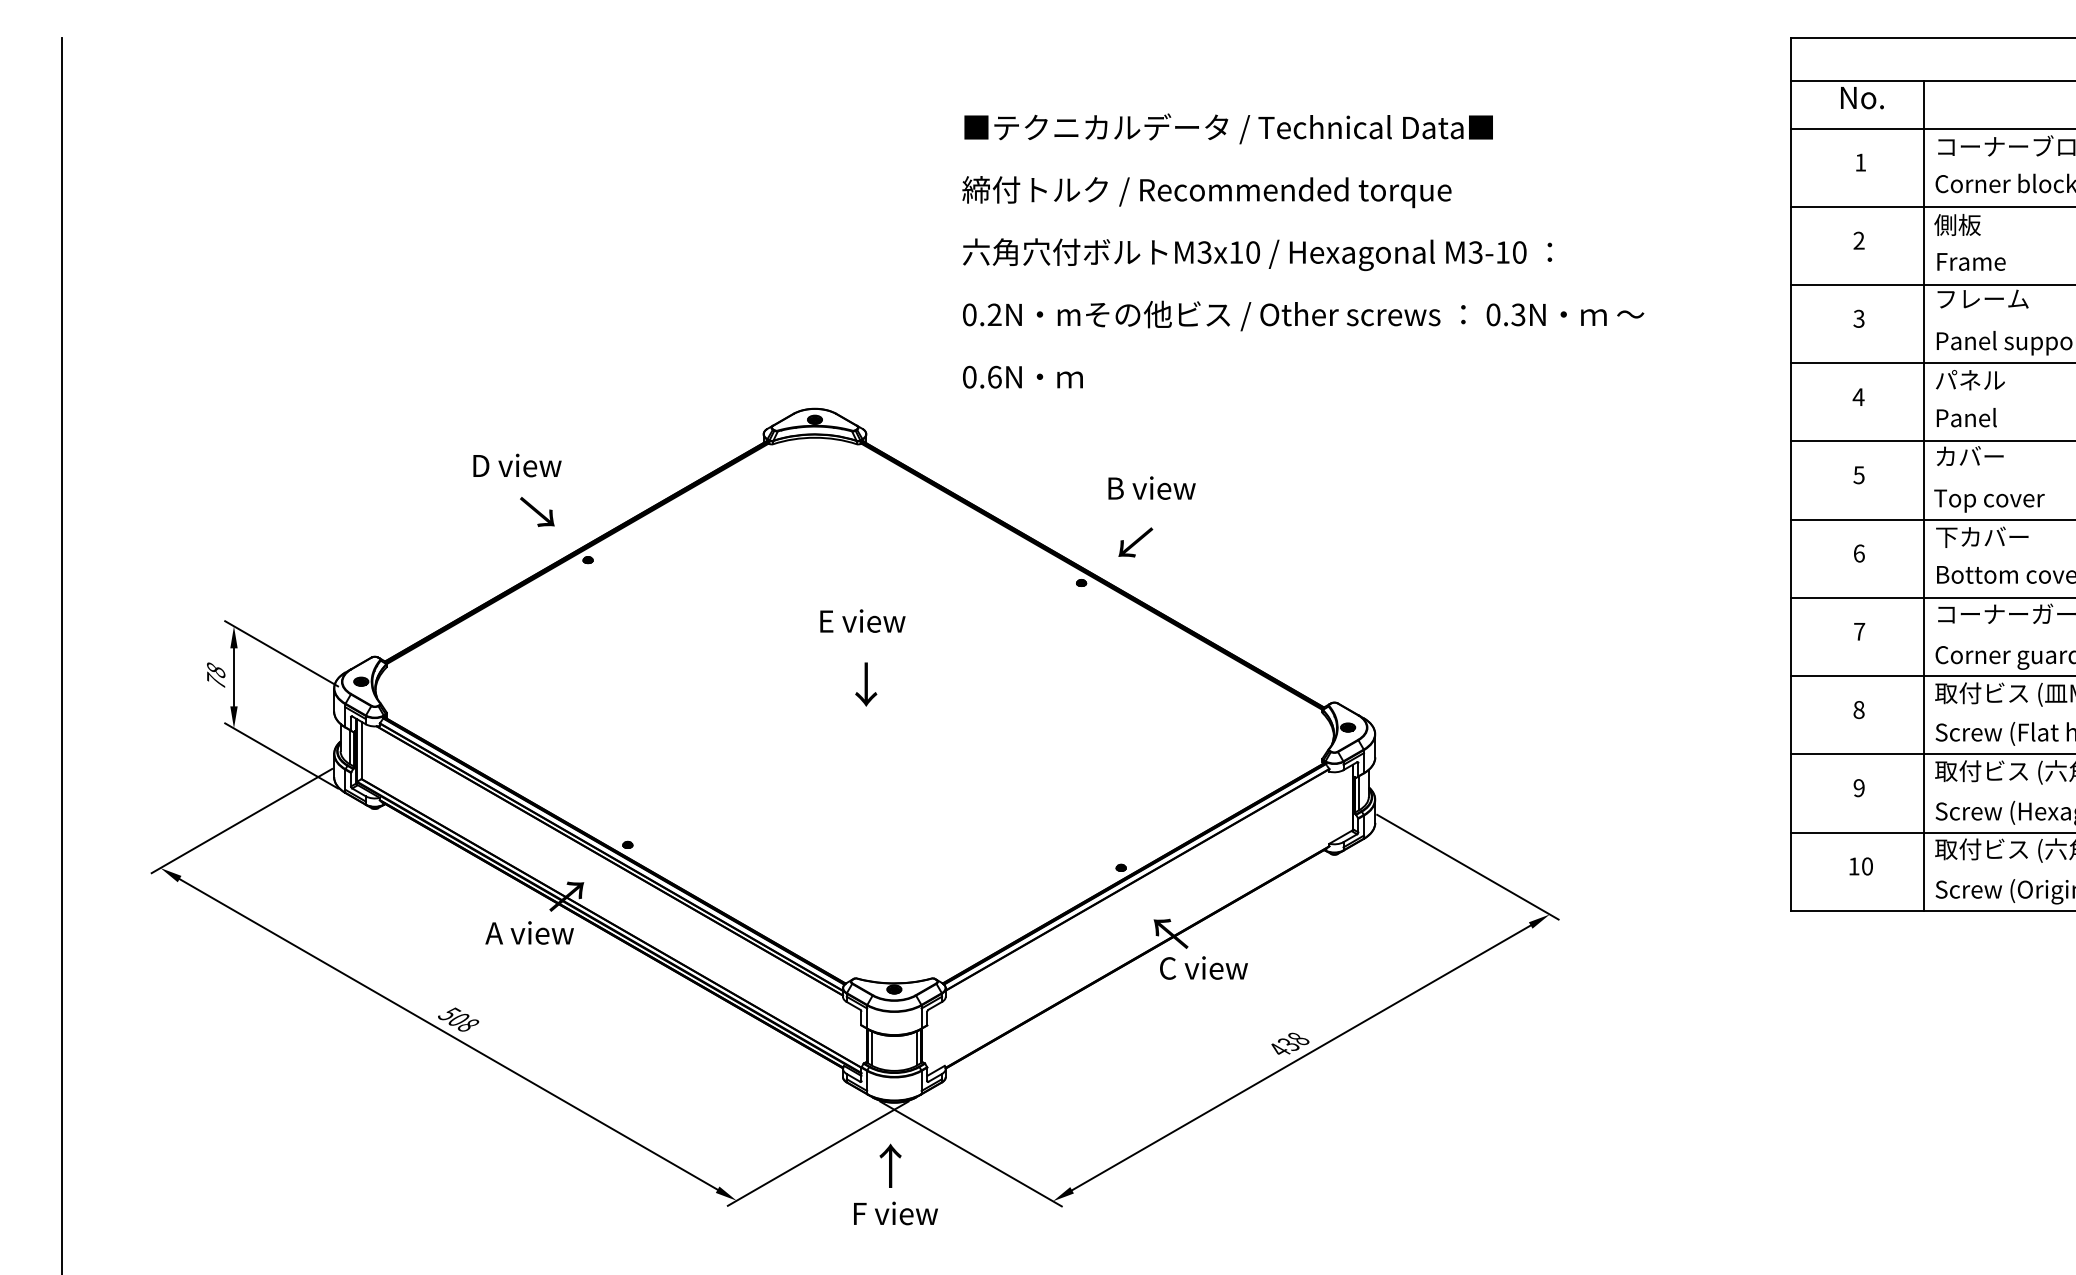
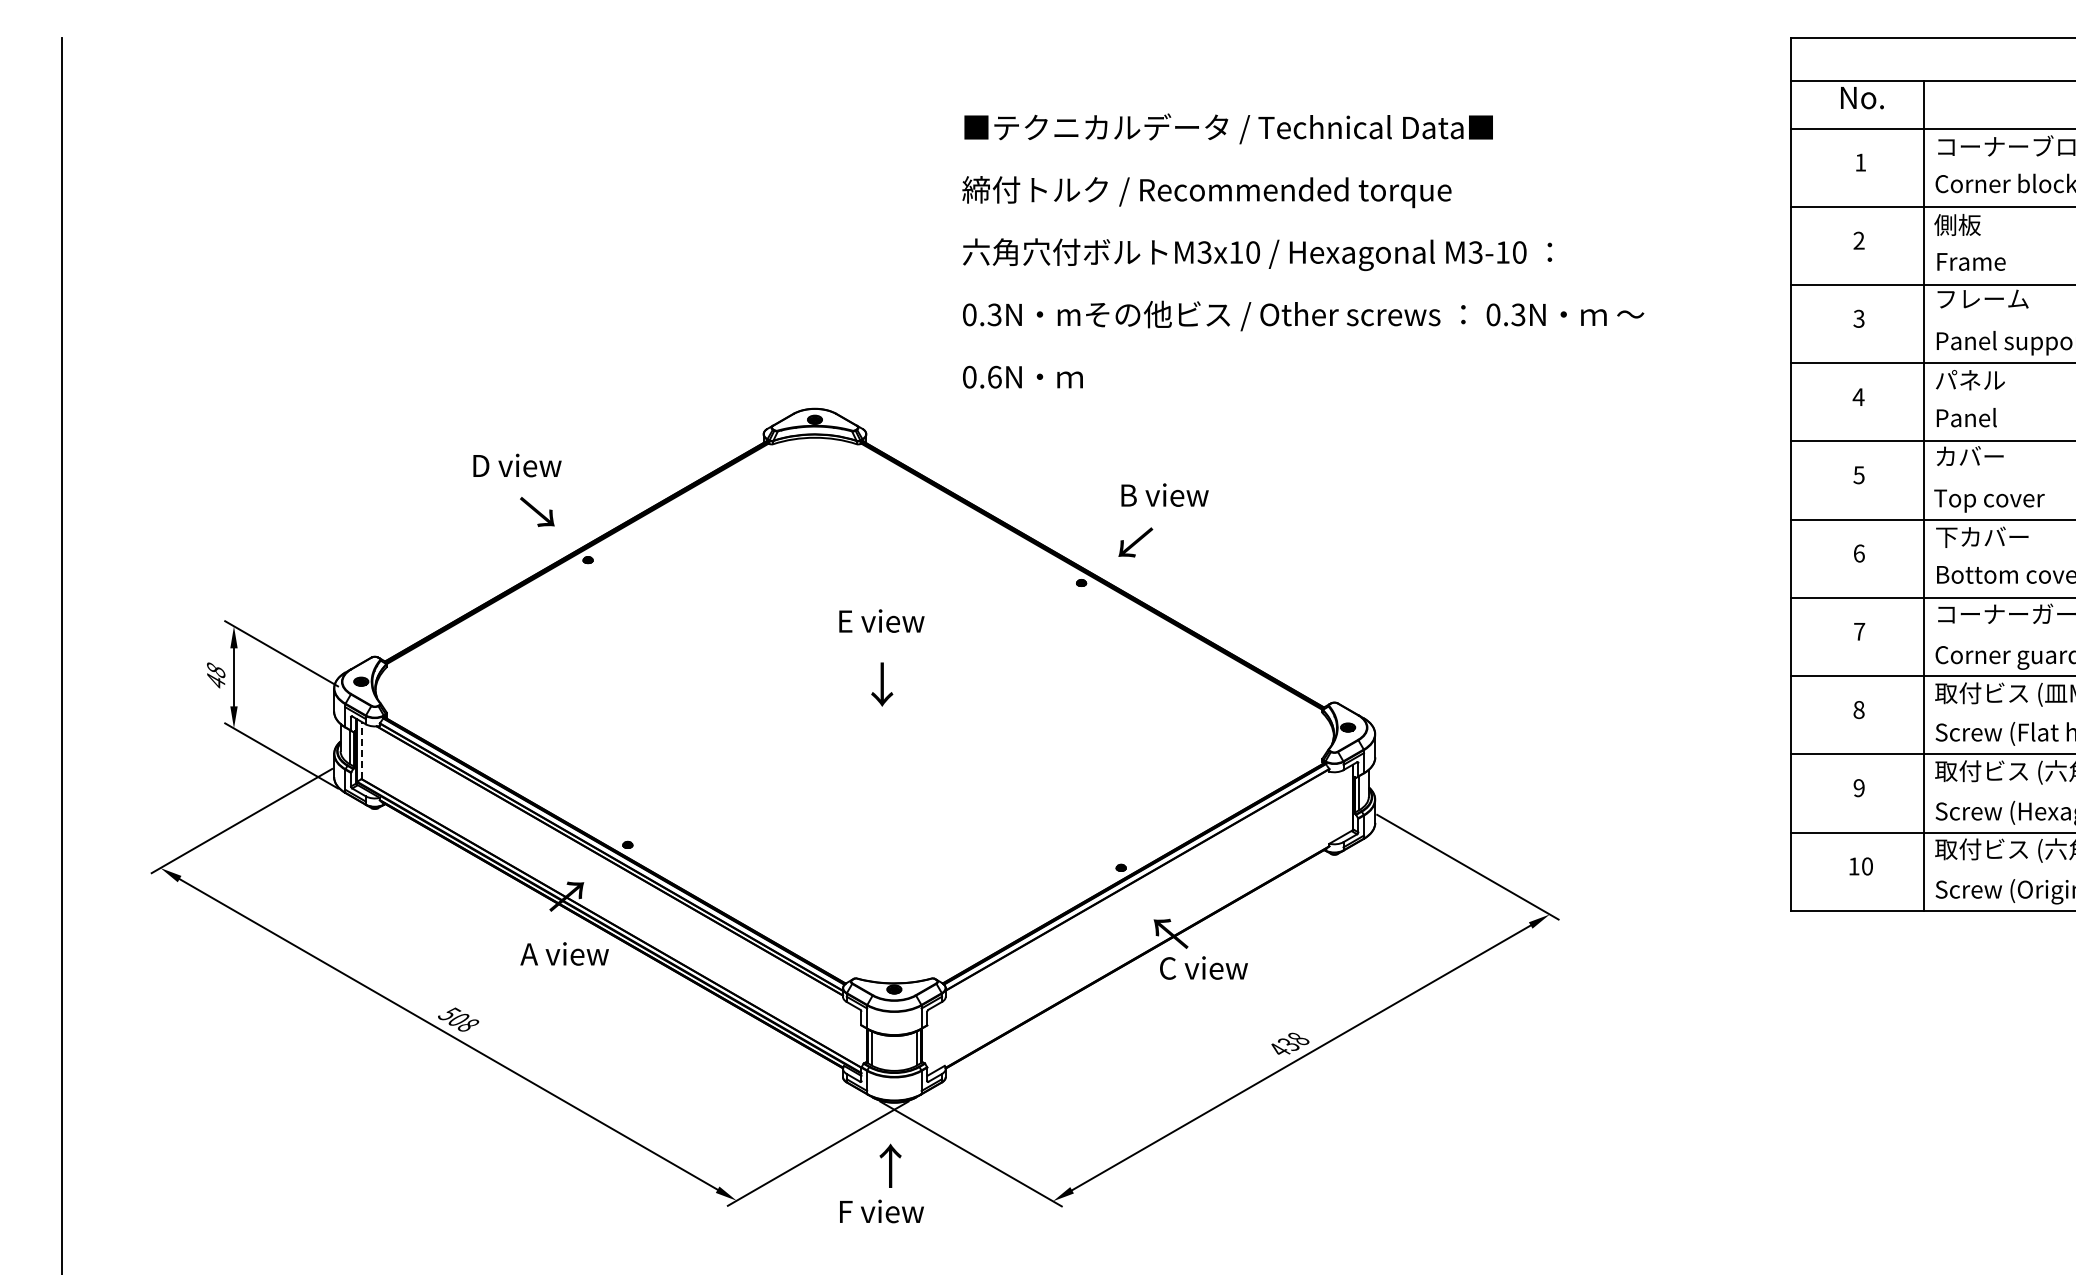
text at (994, 315): 0.2N -> 0.3N
text at (1151, 487) position: (1151, 487) -> (1164, 494)
text at (862, 620) position: (862, 620) -> (881, 620)
text at (216, 679): 78 -> 48
text at (866, 684) position: (866, 684) -> (882, 684)
line at (361, 750): solid -> dashed
text at (529, 932) position: (529, 932) -> (564, 953)
text at (895, 1213) position: (895, 1213) -> (881, 1211)
